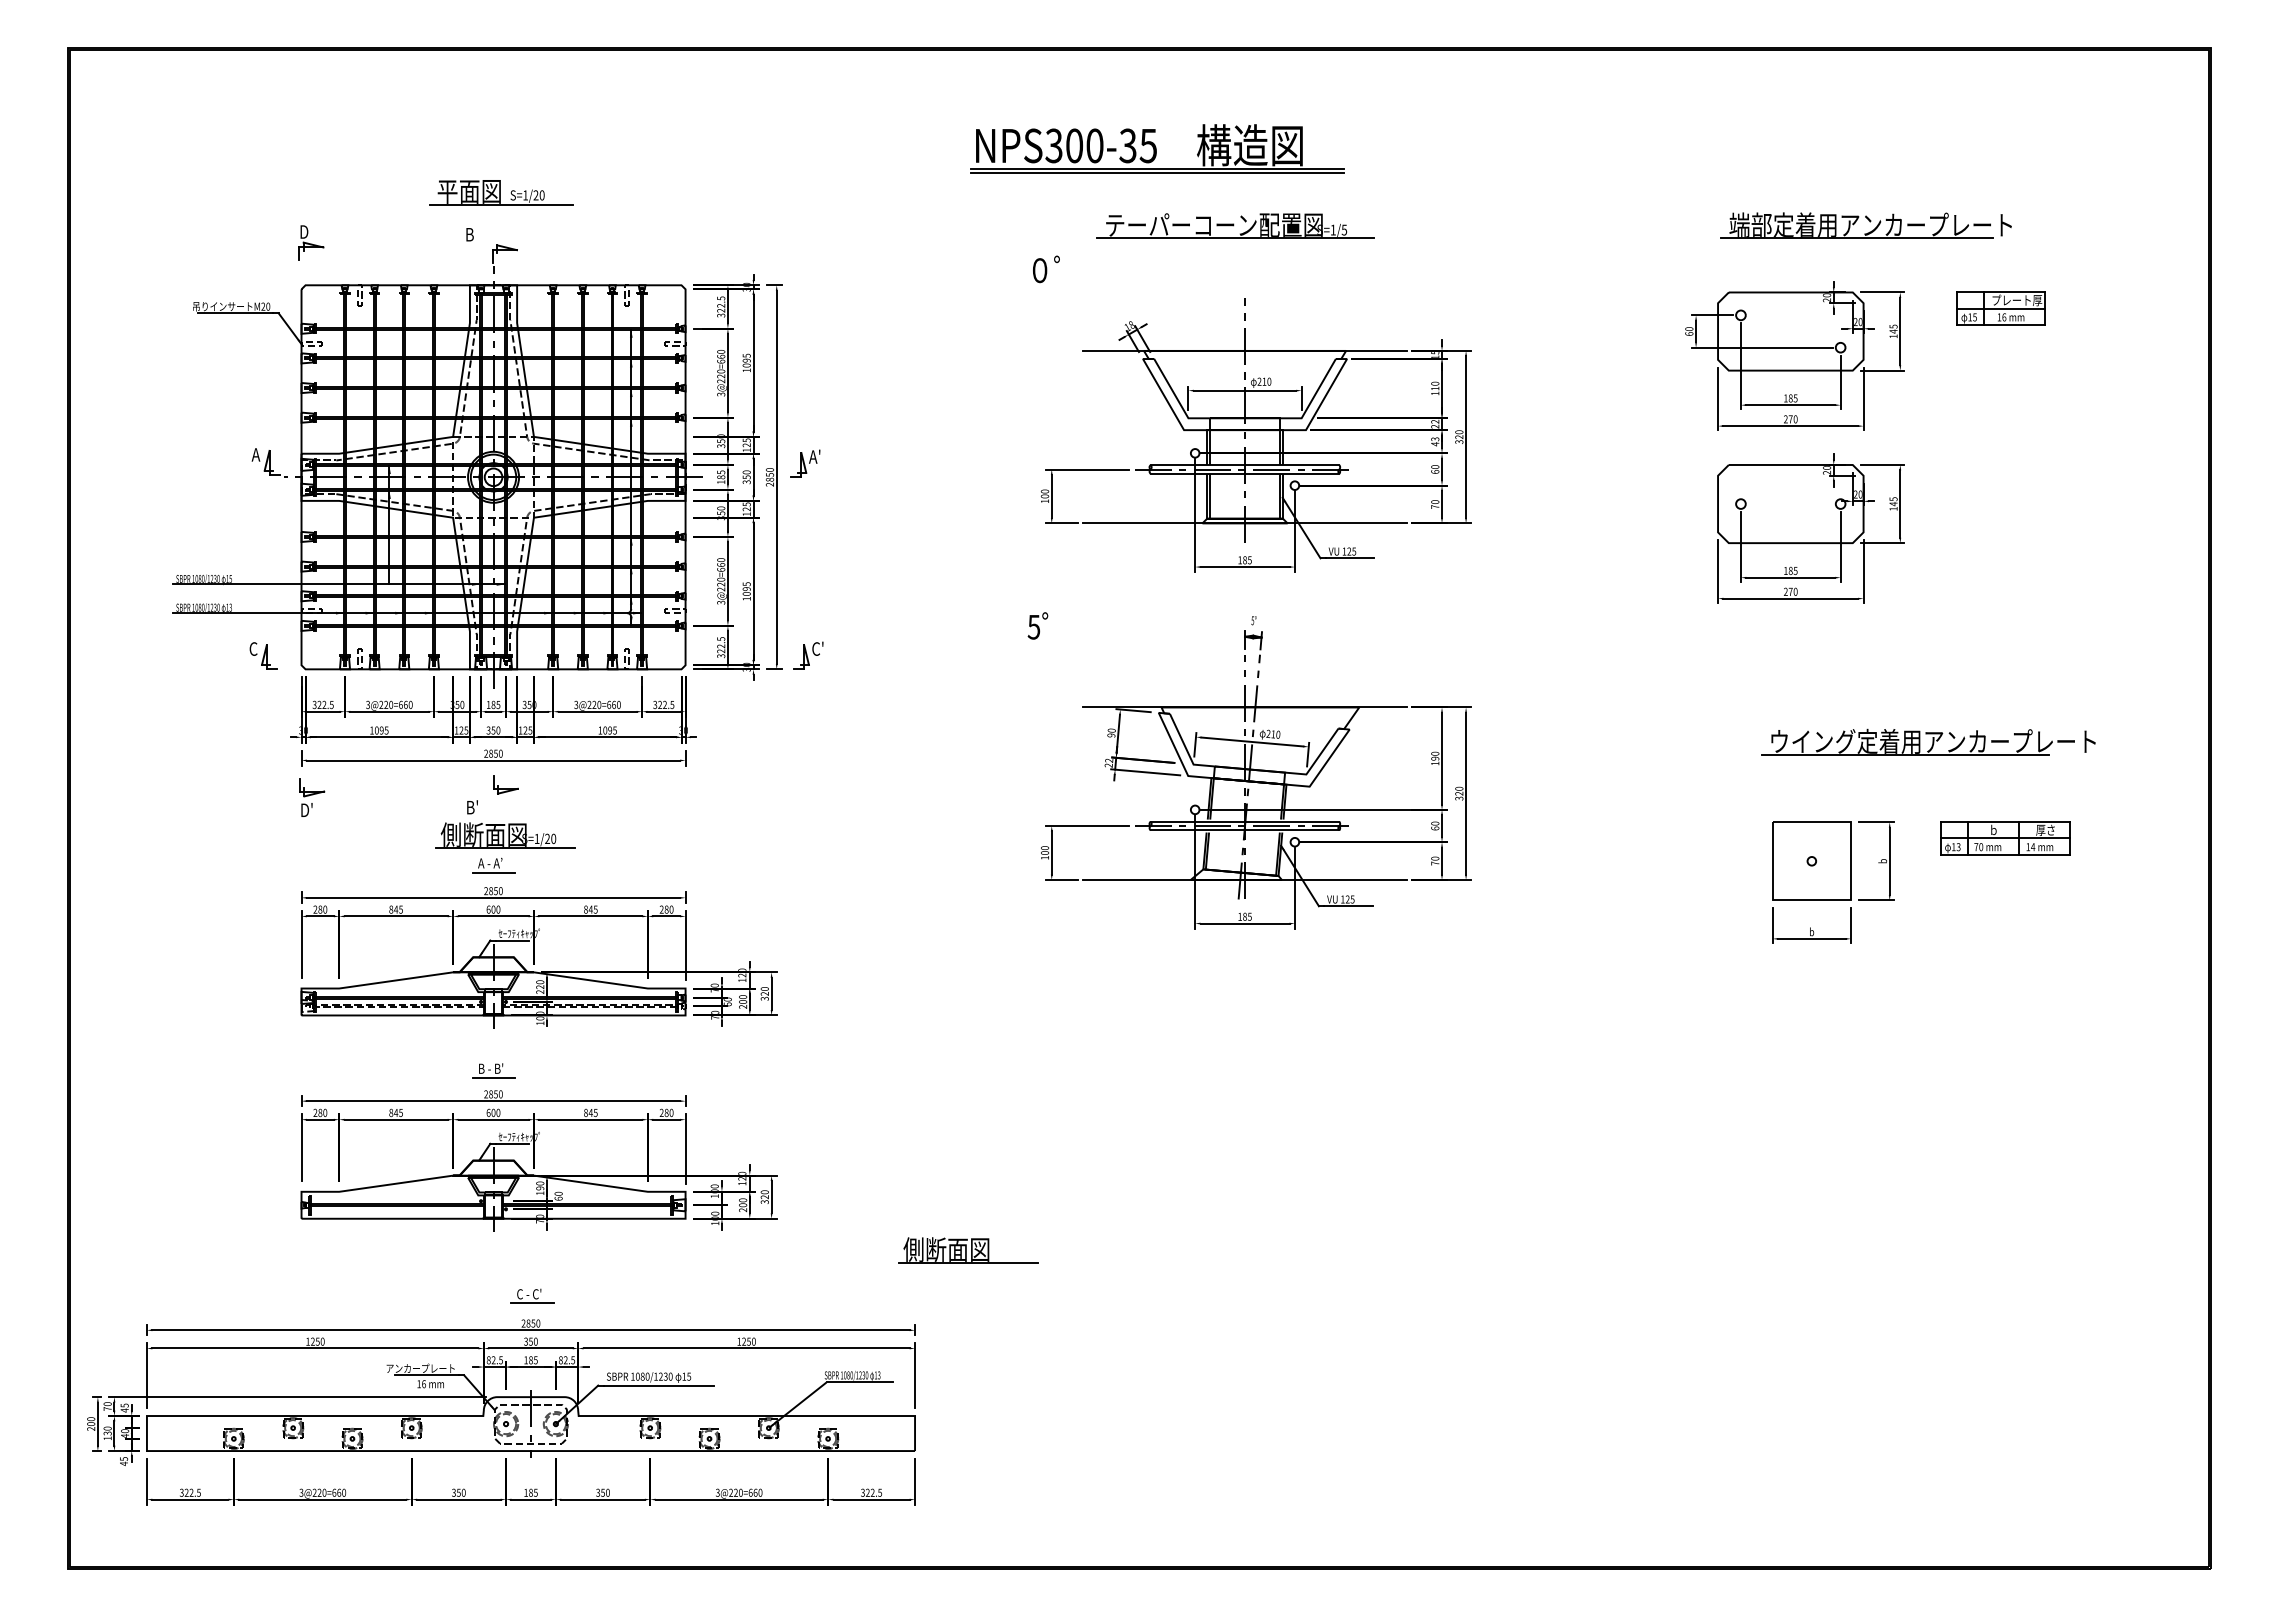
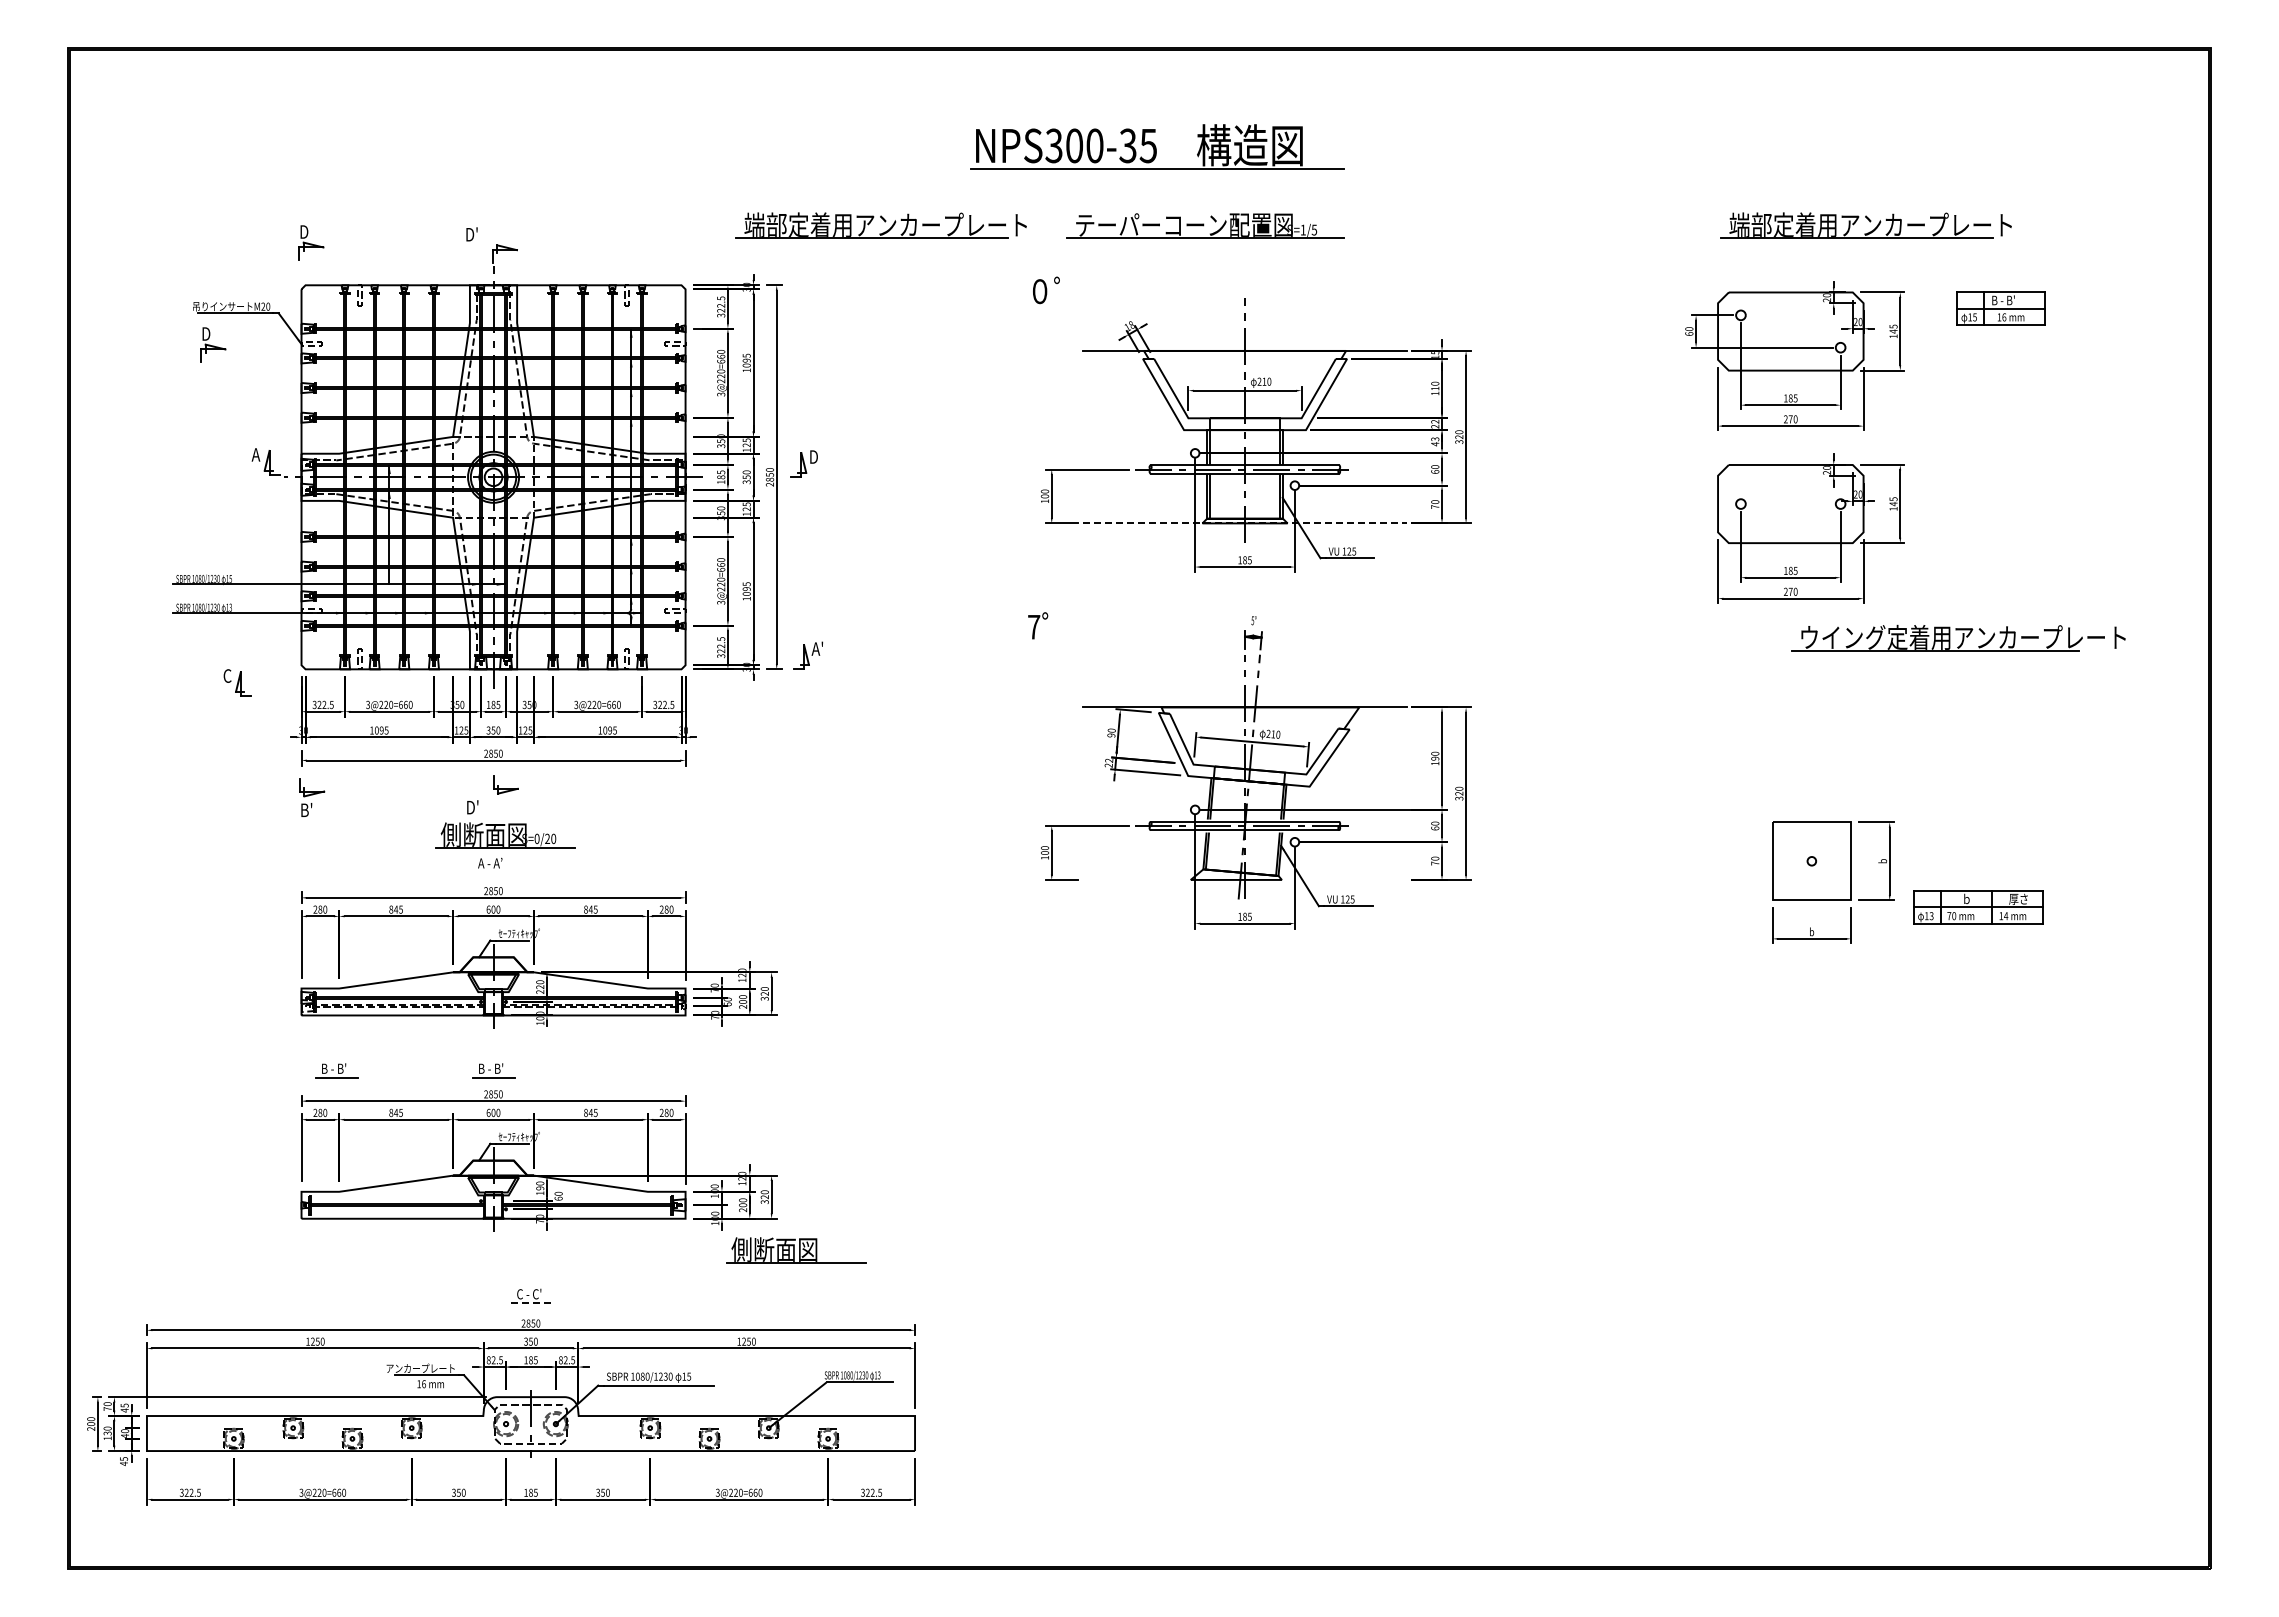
line at (1157, 173): present -> none
part at (501, 192): present -> none
part at (880, 225): none -> present
part at (1235, 225) position: (1235, 225) -> (1205, 225)
text at (472, 234): B -> D'
text at (1046, 269) position: (1046, 269) -> (1046, 290)
text at (2017, 300): プレート厚 -> B - B'
part at (213, 344): none -> present
text at (814, 456): A' -> D
line at (1245, 523): solid -> dashed
text at (1033, 627): 5 -> 7
text at (817, 648): C' -> A'
part at (263, 655) position: (263, 655) -> (237, 682)
part at (1928, 741) position: (1928, 741) -> (1958, 637)
text at (473, 807): B' -> D'
text at (307, 809): D' -> B'
text at (536, 838): S=1/20 -> S=0/20
part at (2005, 838) position: (2005, 838) -> (1978, 907)
line at (493, 872): present -> none
line at (1244, 879): present -> none
part at (336, 1070): none -> present
part at (968, 1250) position: (968, 1250) -> (796, 1250)
line at (533, 1303): solid -> dashed
